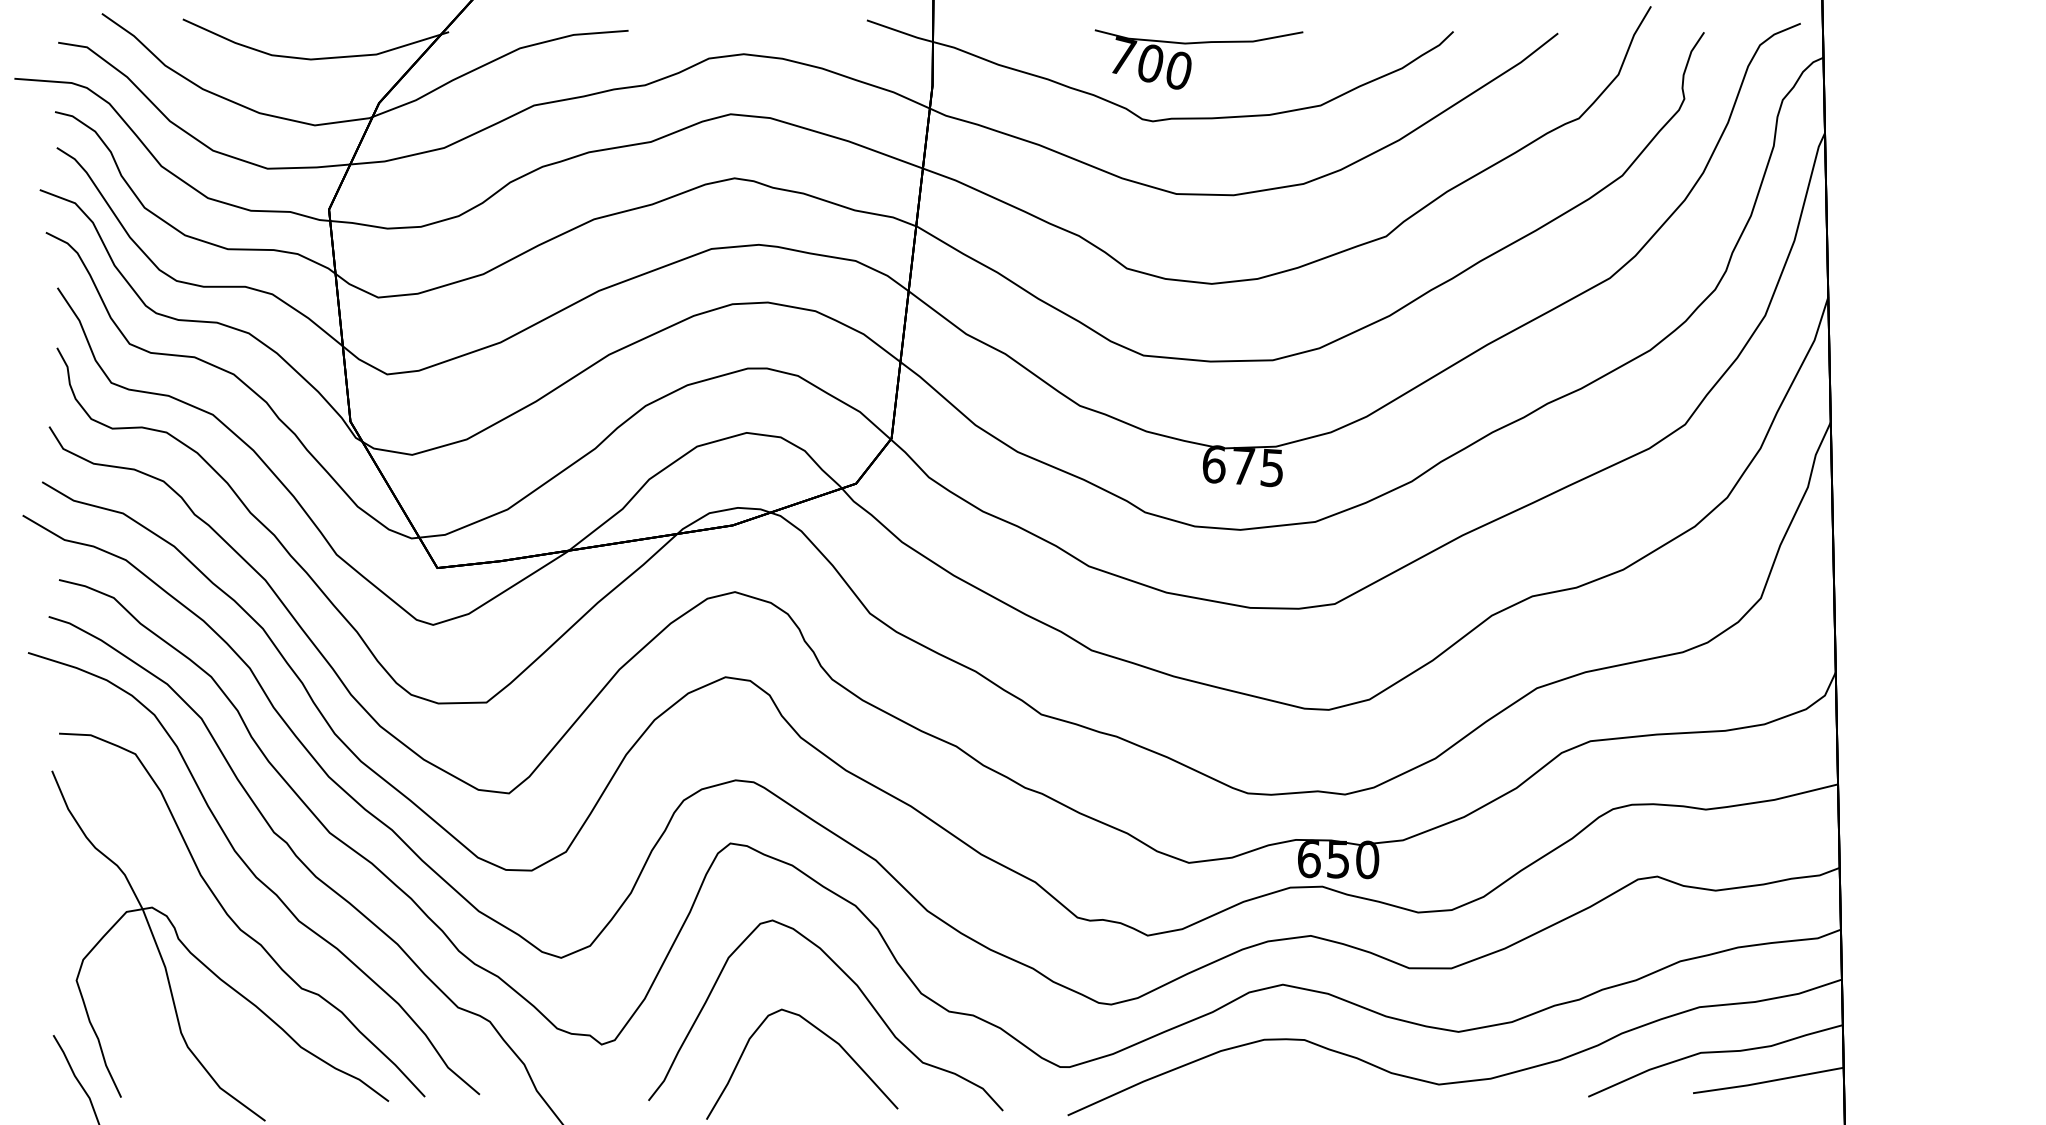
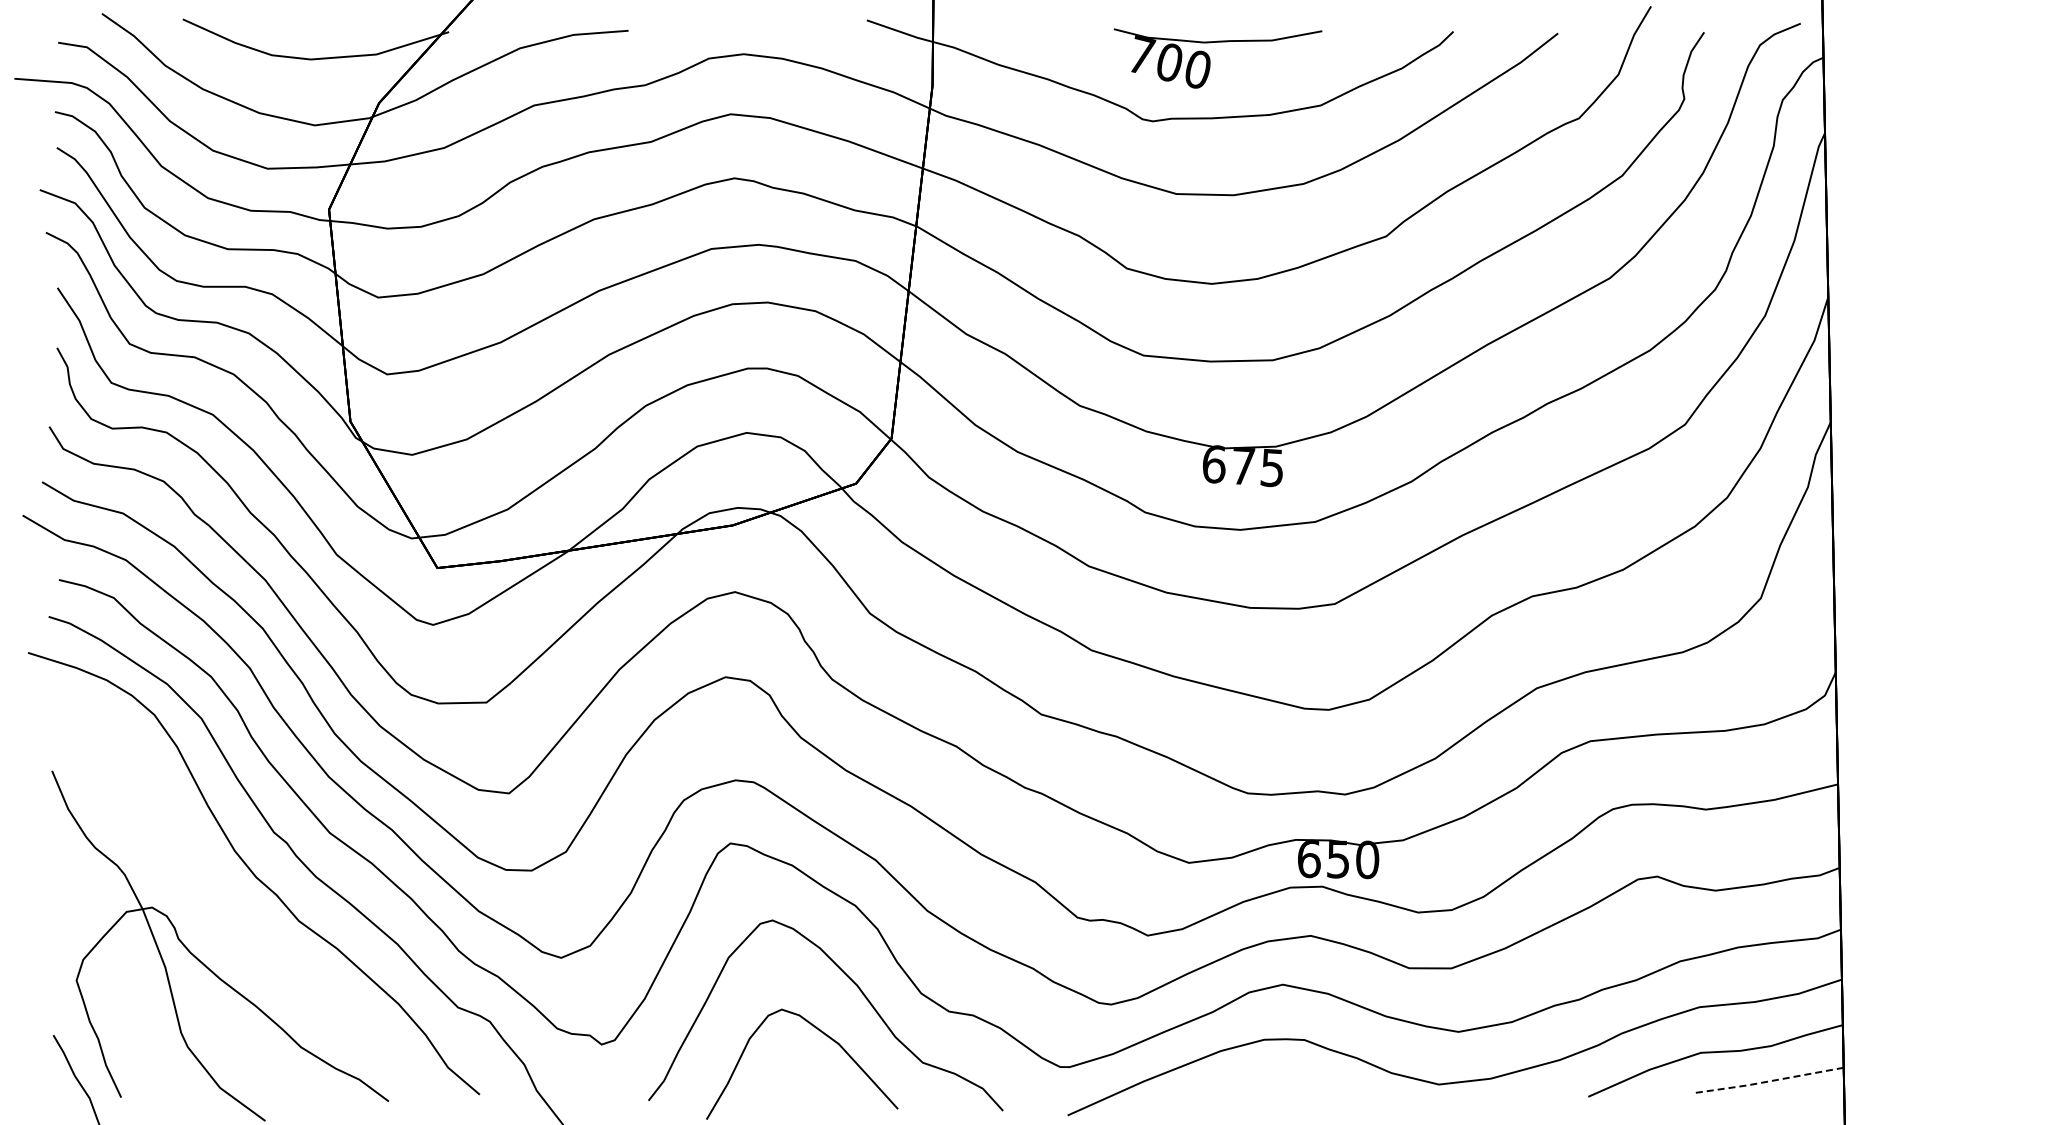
part at (1191, 59) position: (1191, 59) -> (1210, 58)
curve at (234, 921): present -> none
line at (1767, 1081): solid -> dashed
